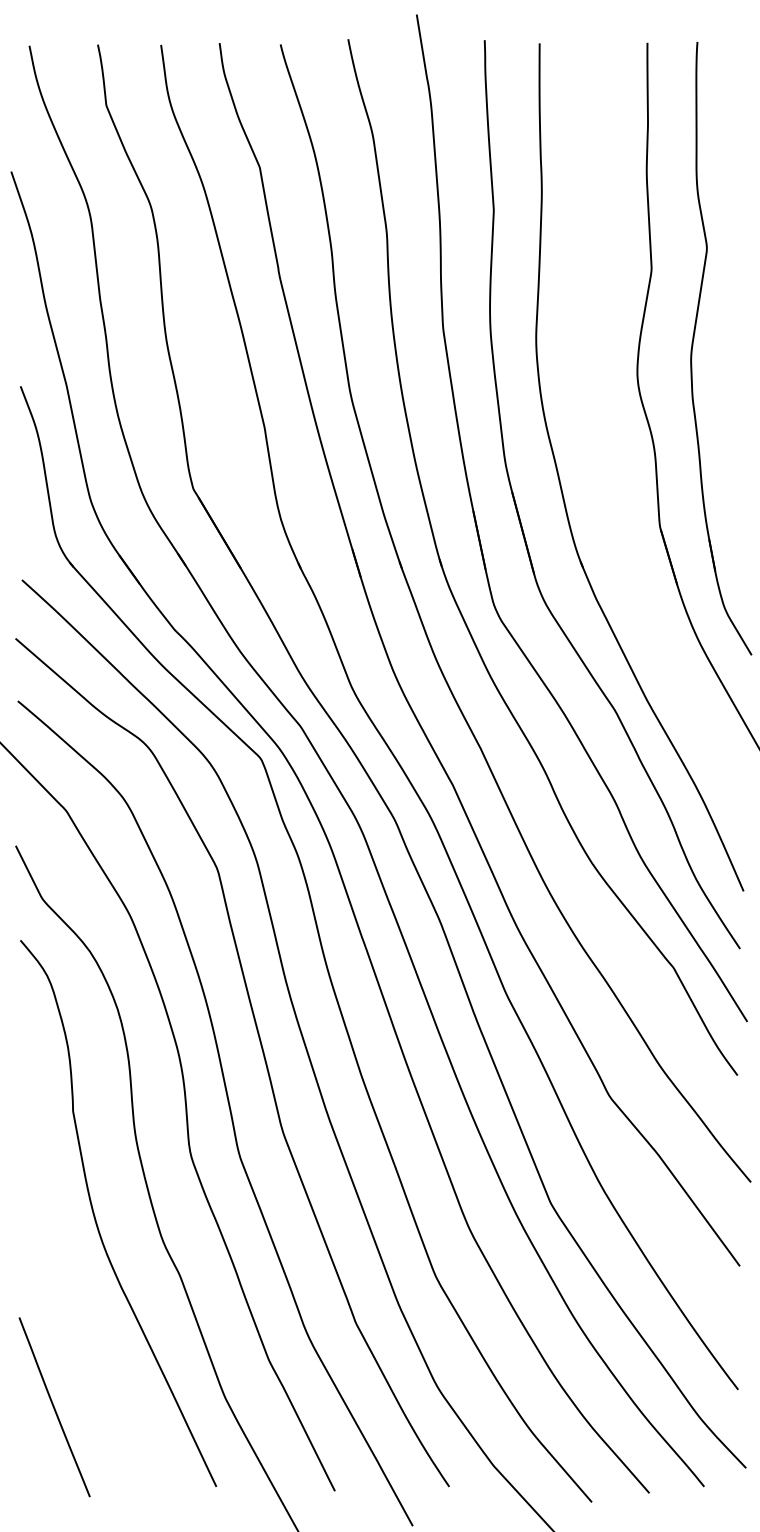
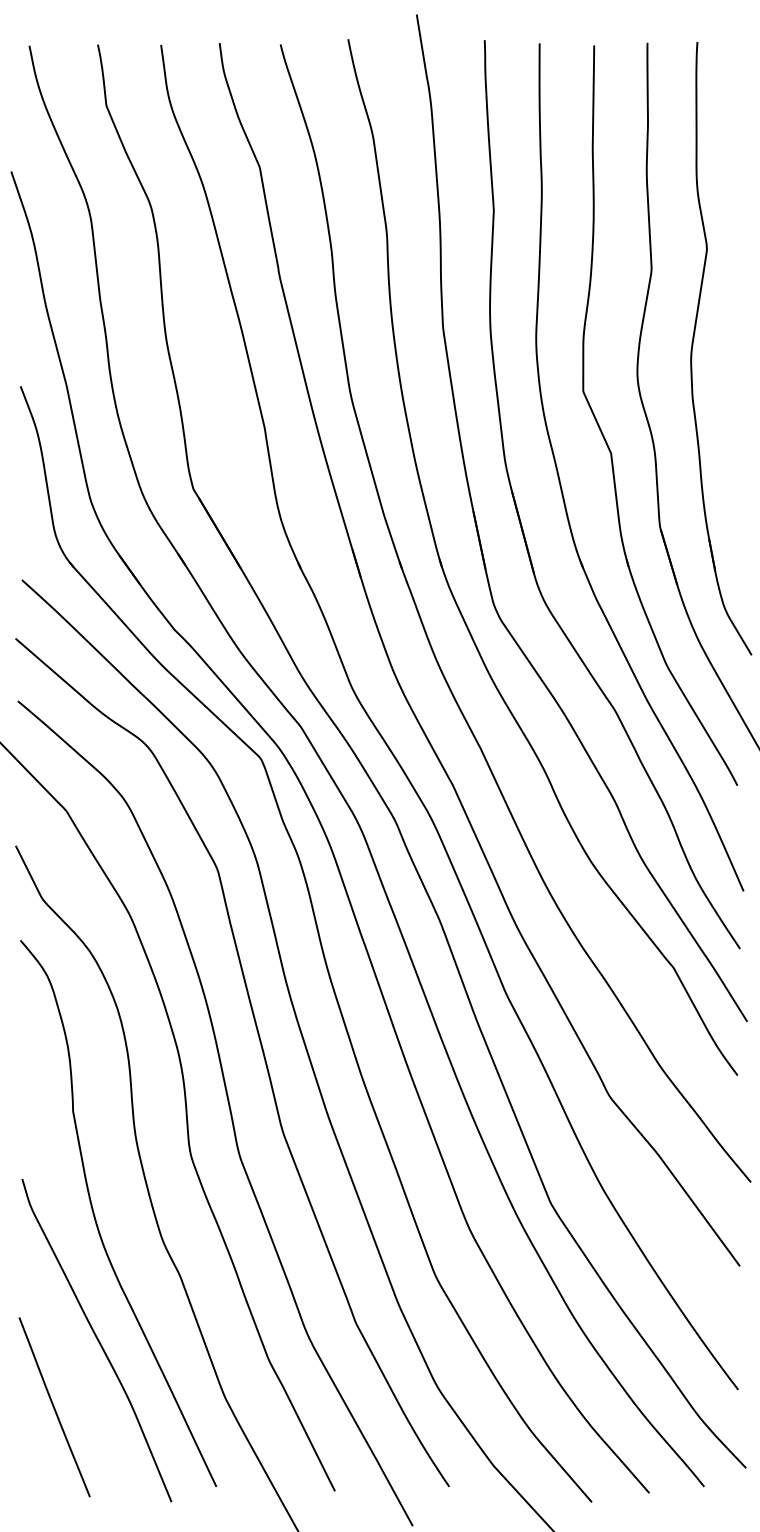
part at (604, 435): none -> present
curve at (96, 1339): none -> present
